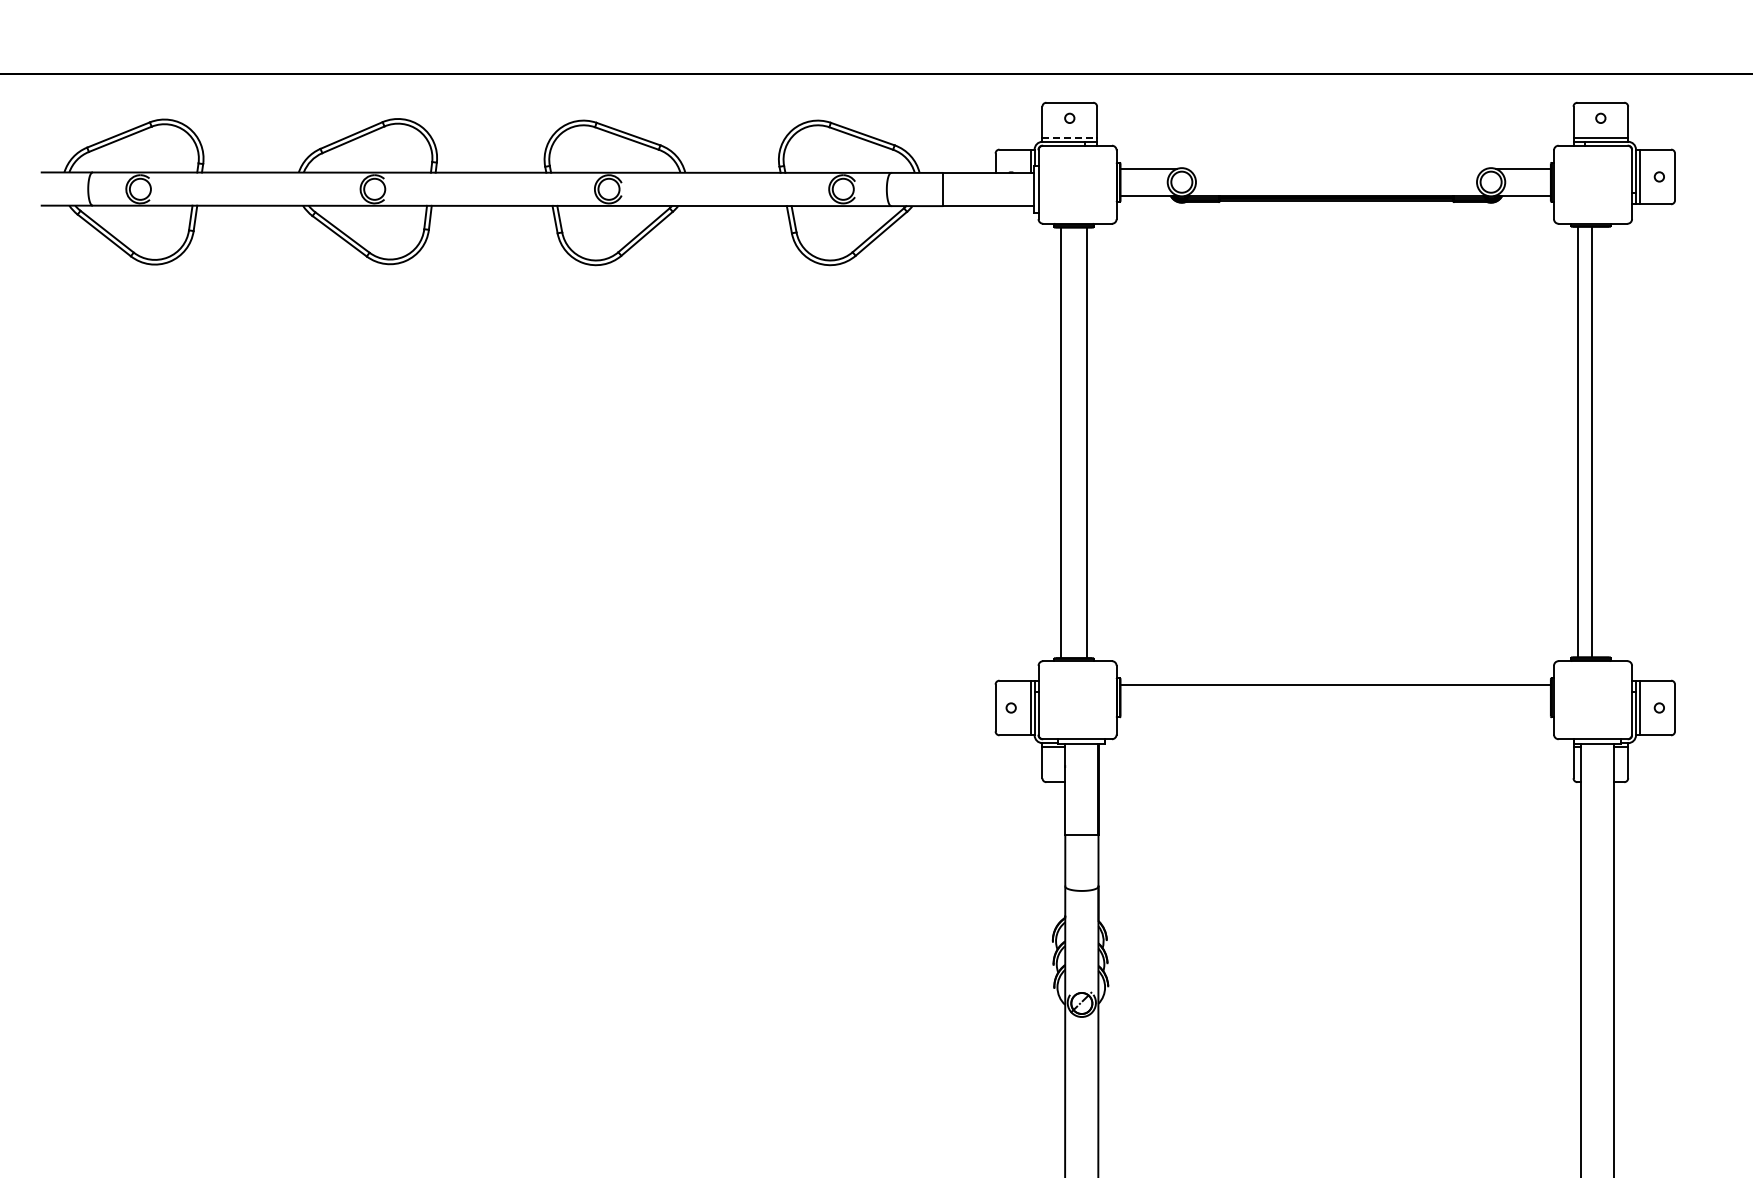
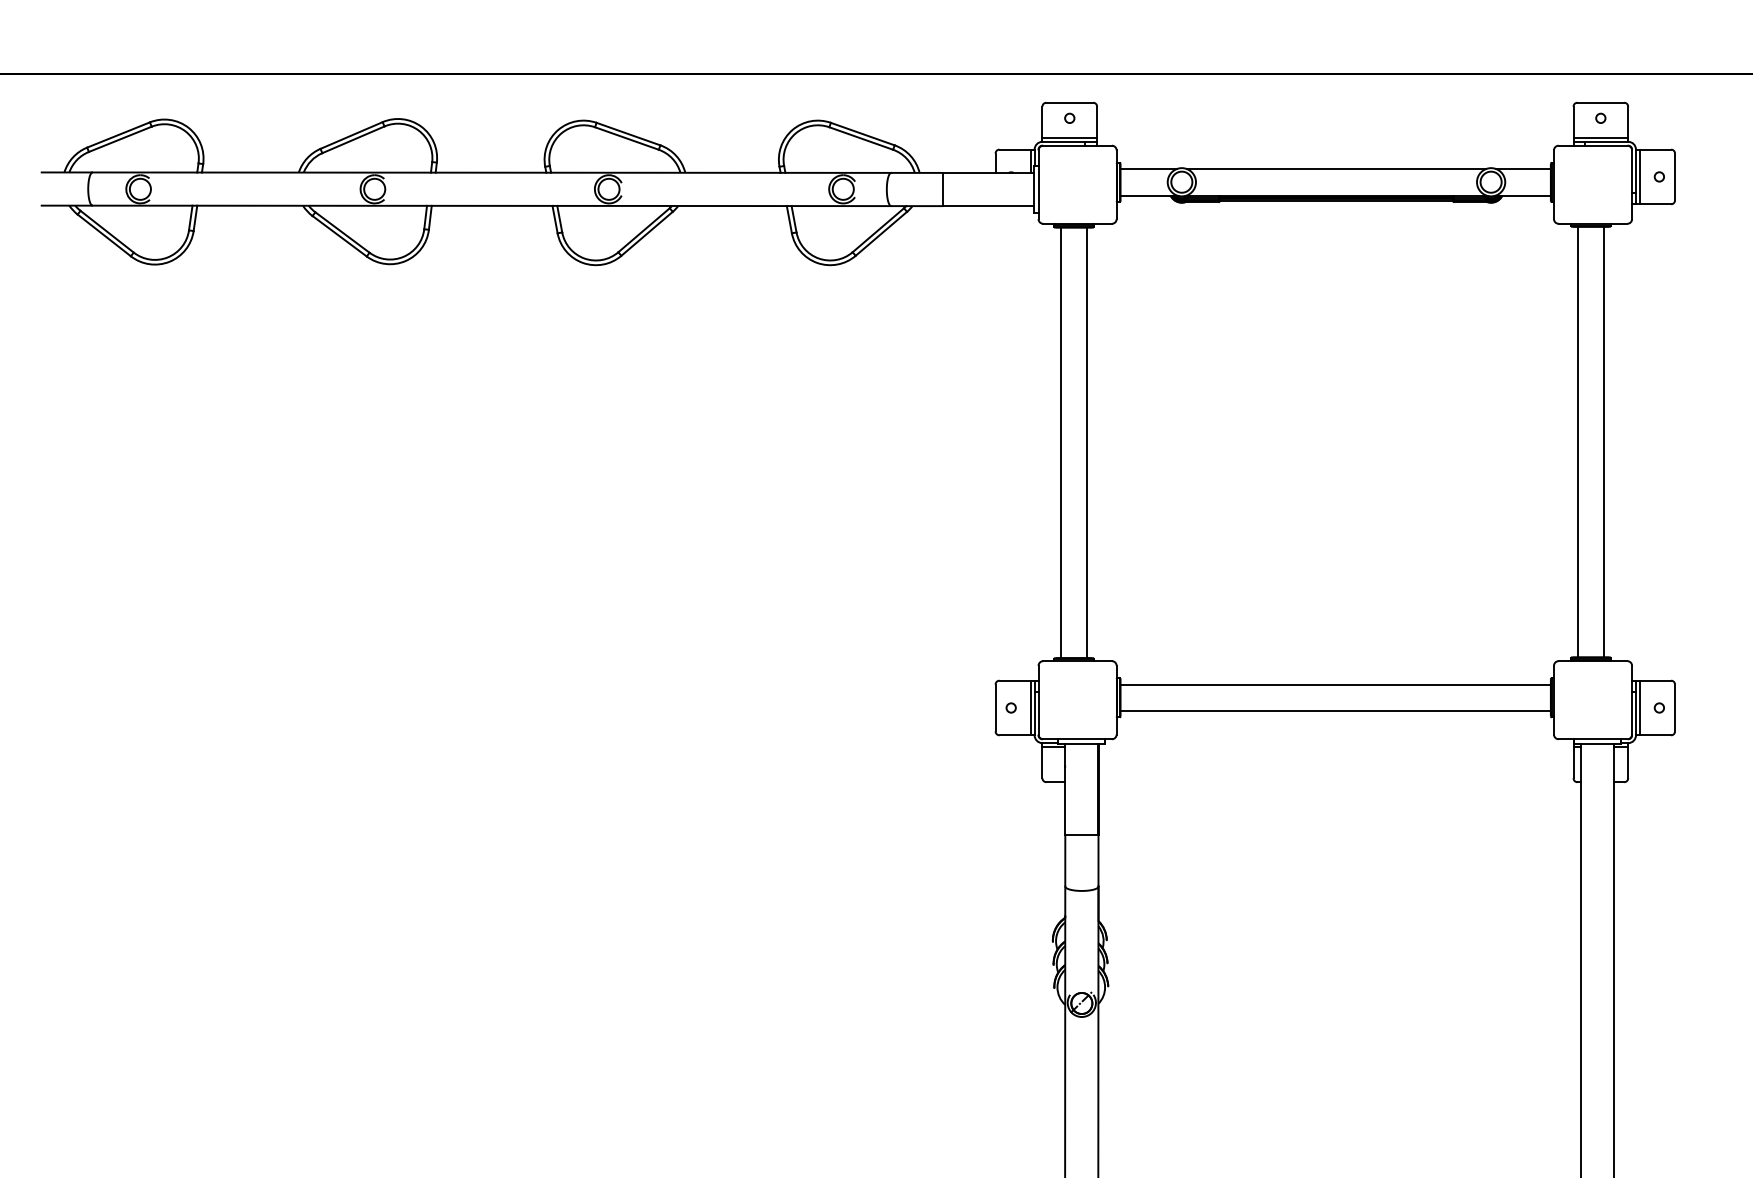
line at (1070, 137): dashed -> solid
line at (1336, 169): none -> present
line at (1592, 441) position: (1592, 441) -> (1604, 441)
line at (1335, 711): none -> present
